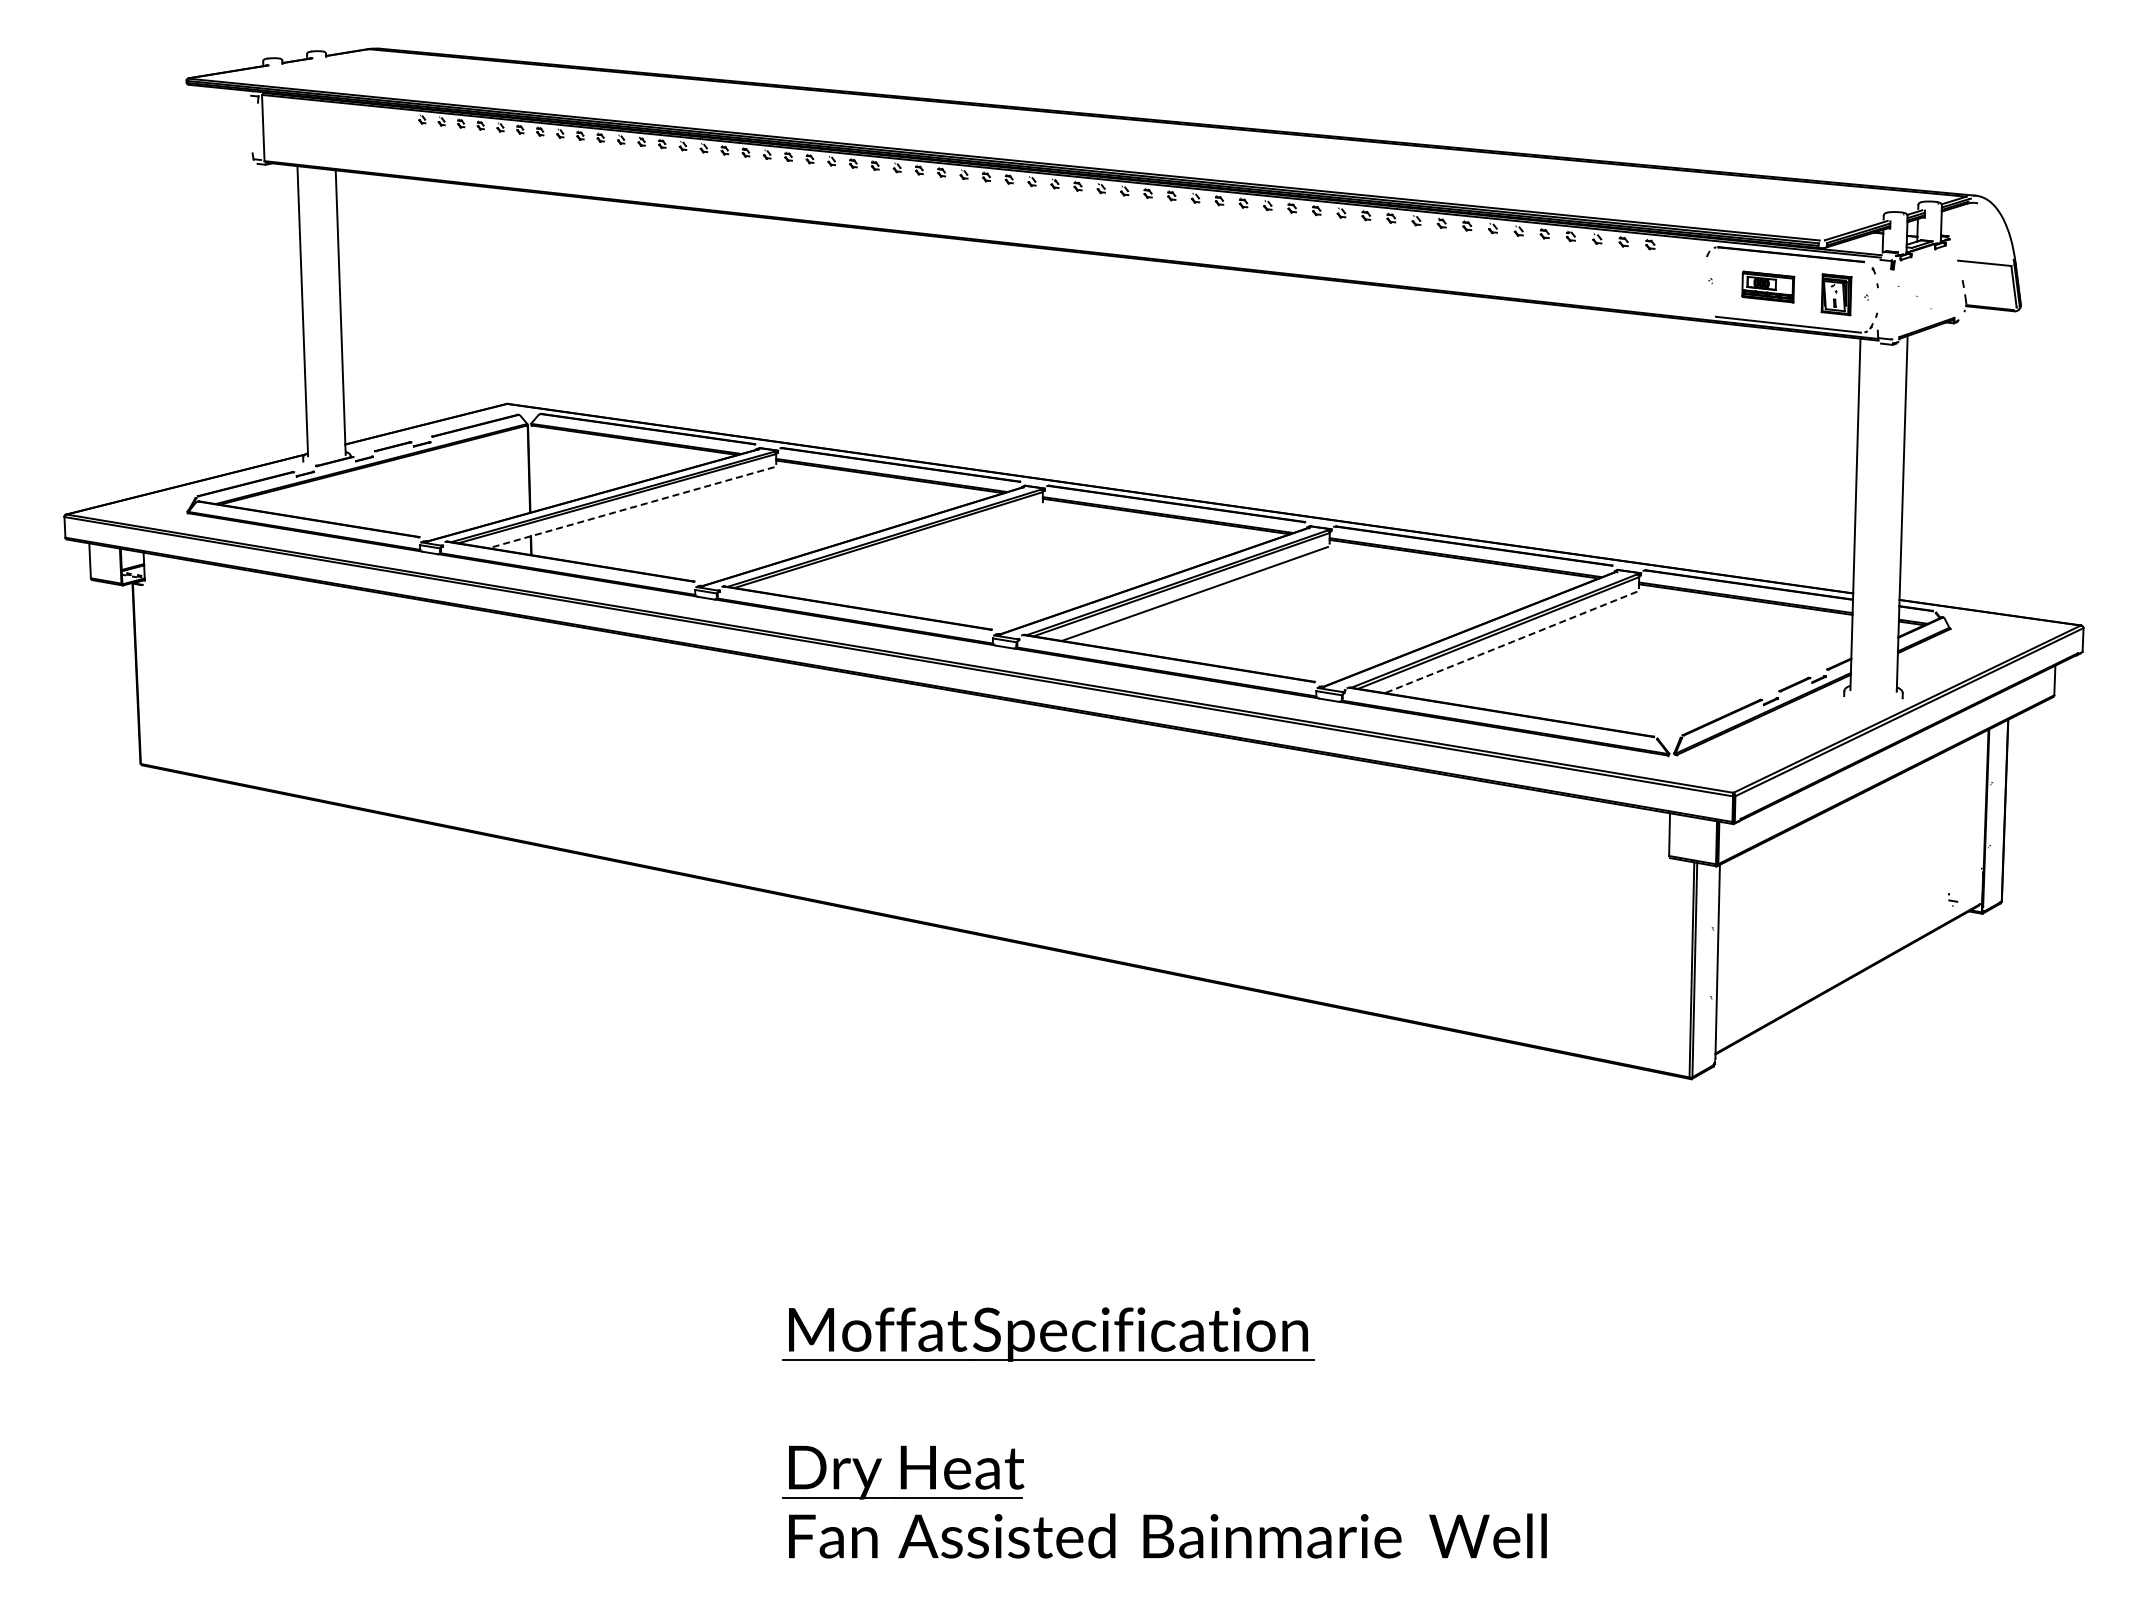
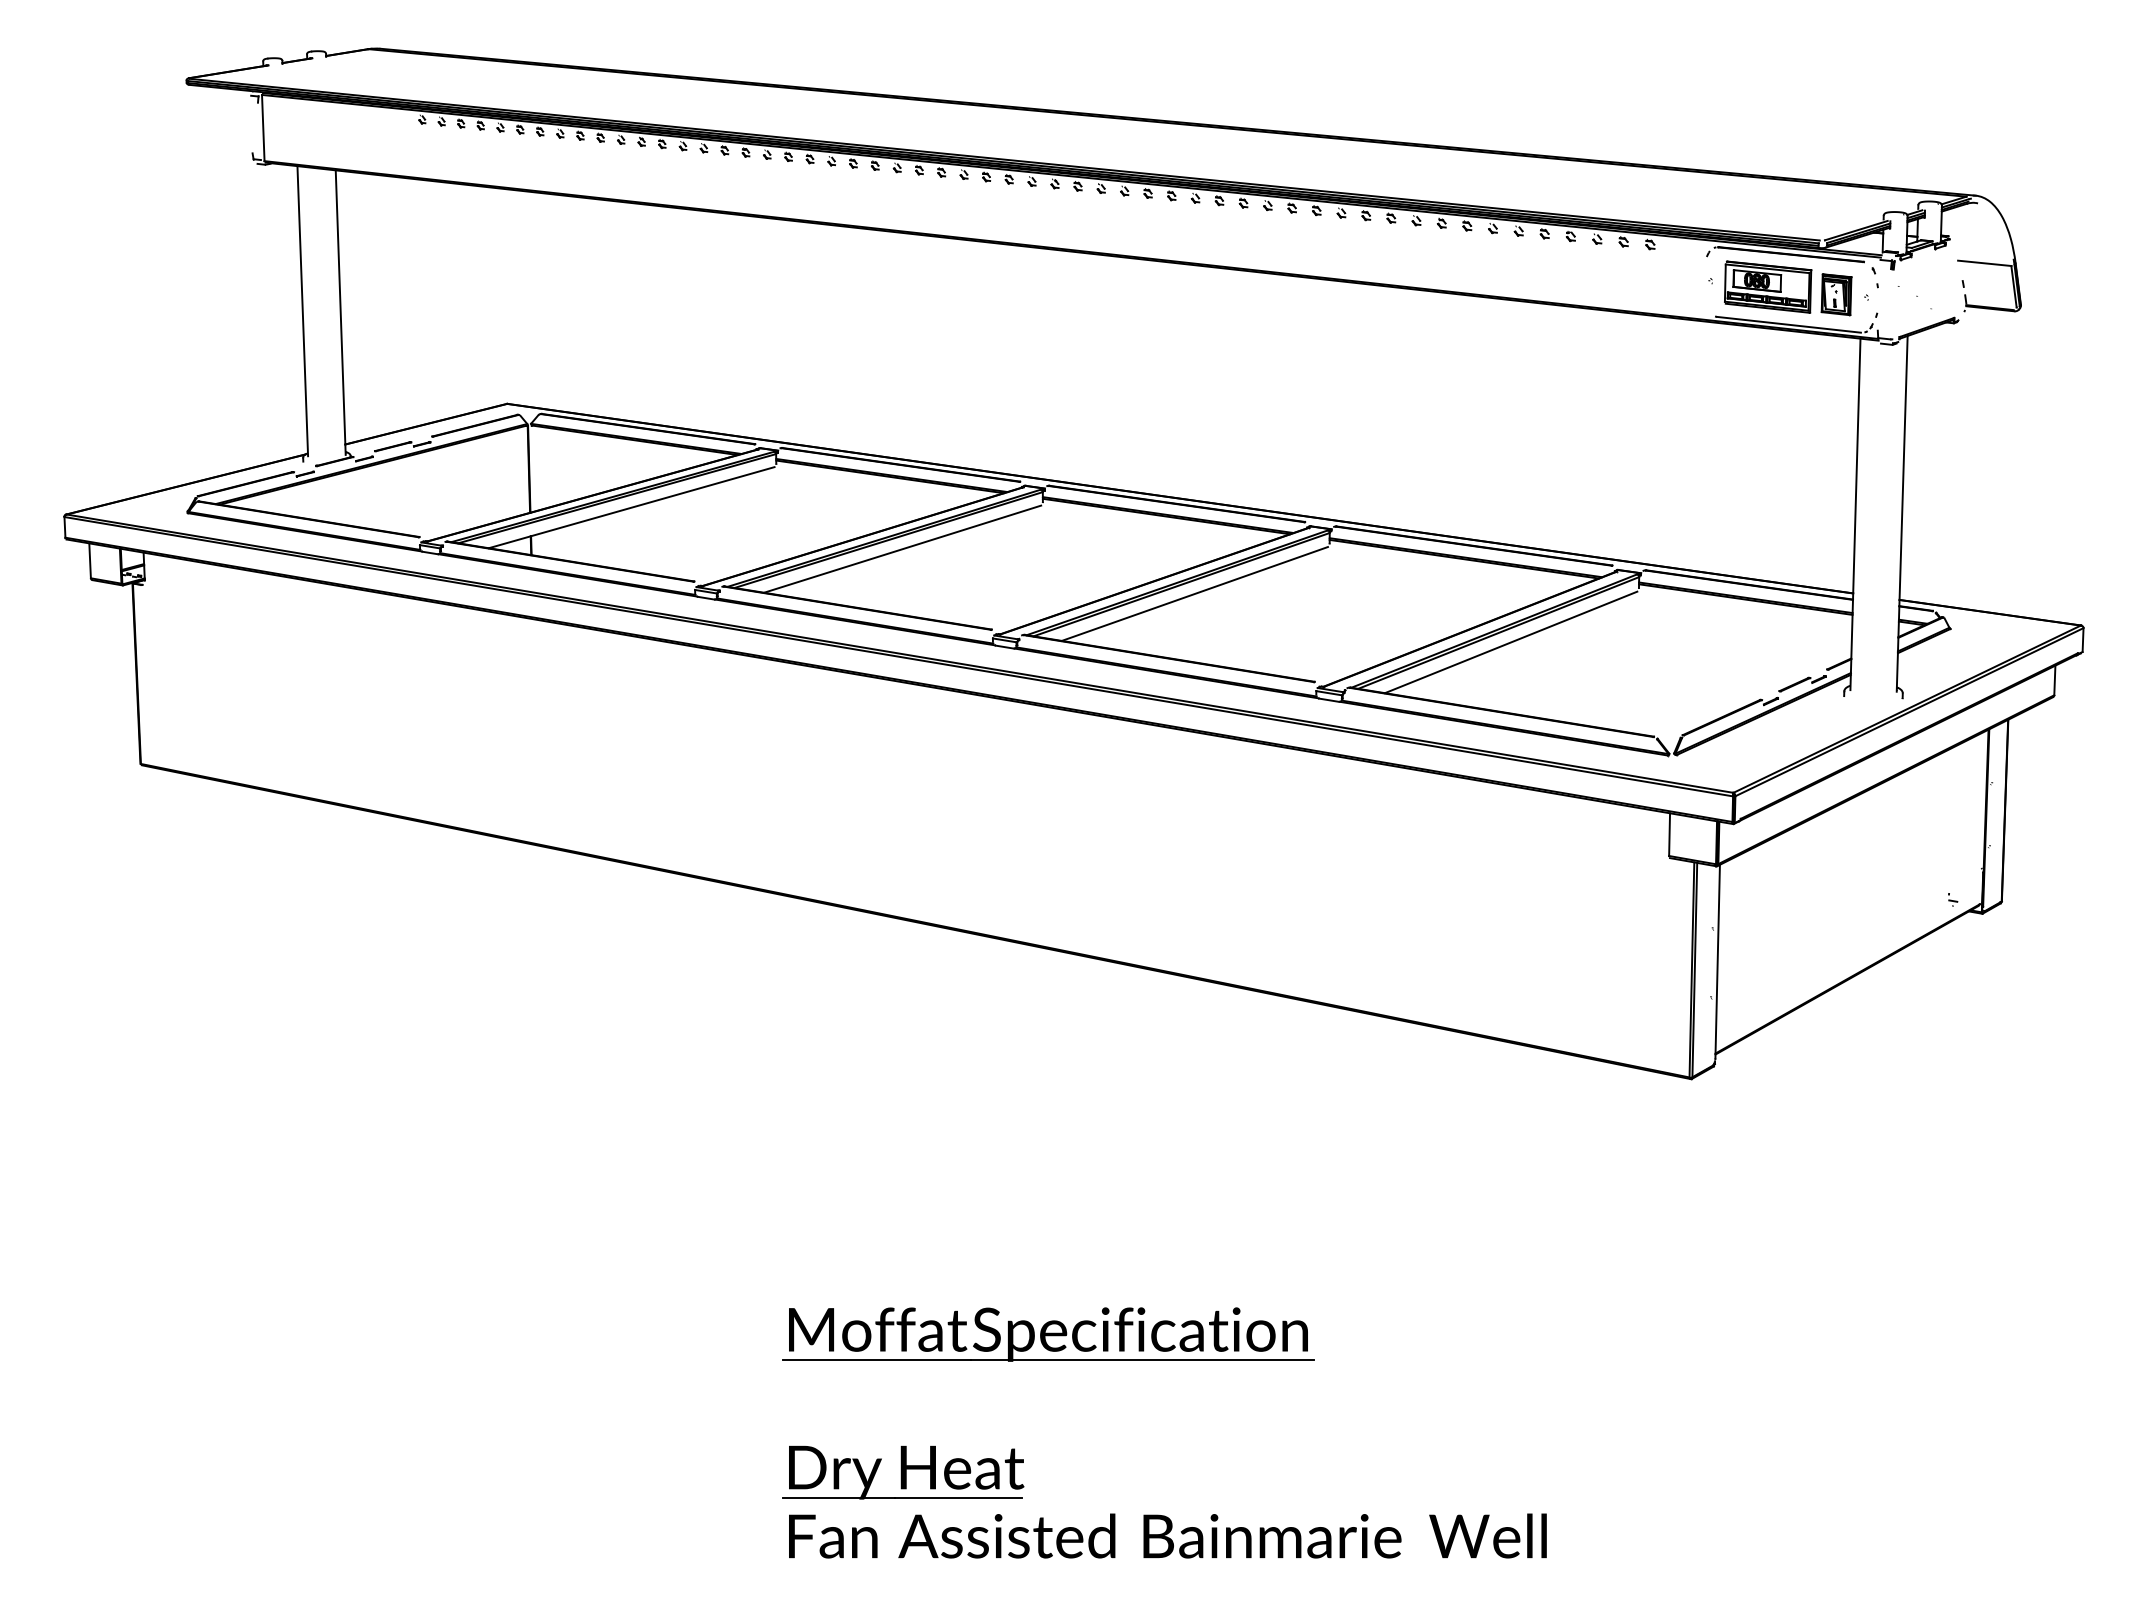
part at (1768, 286) size: 55x34 px -> 89x54 px
line at (631, 507): dashed -> solid
line at (902, 548): none -> present
line at (1511, 642): dashed -> solid
